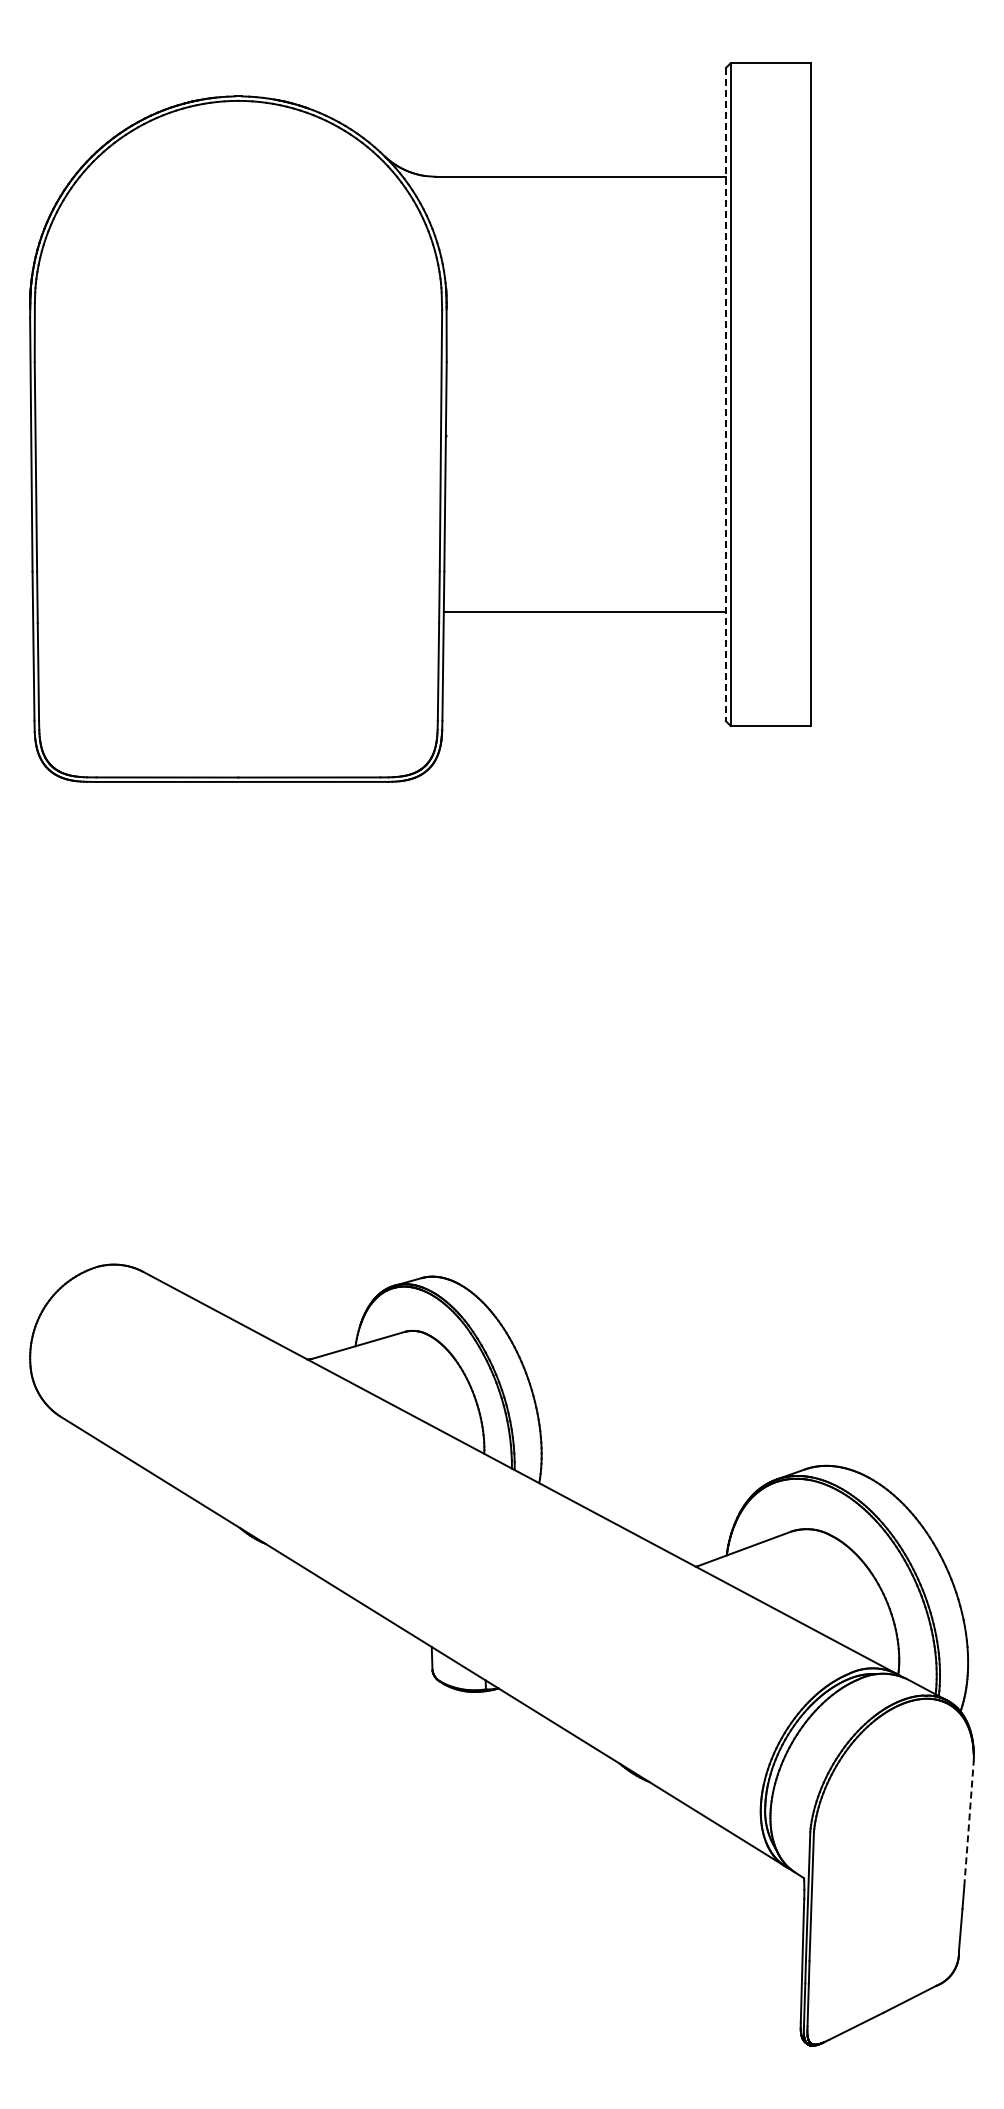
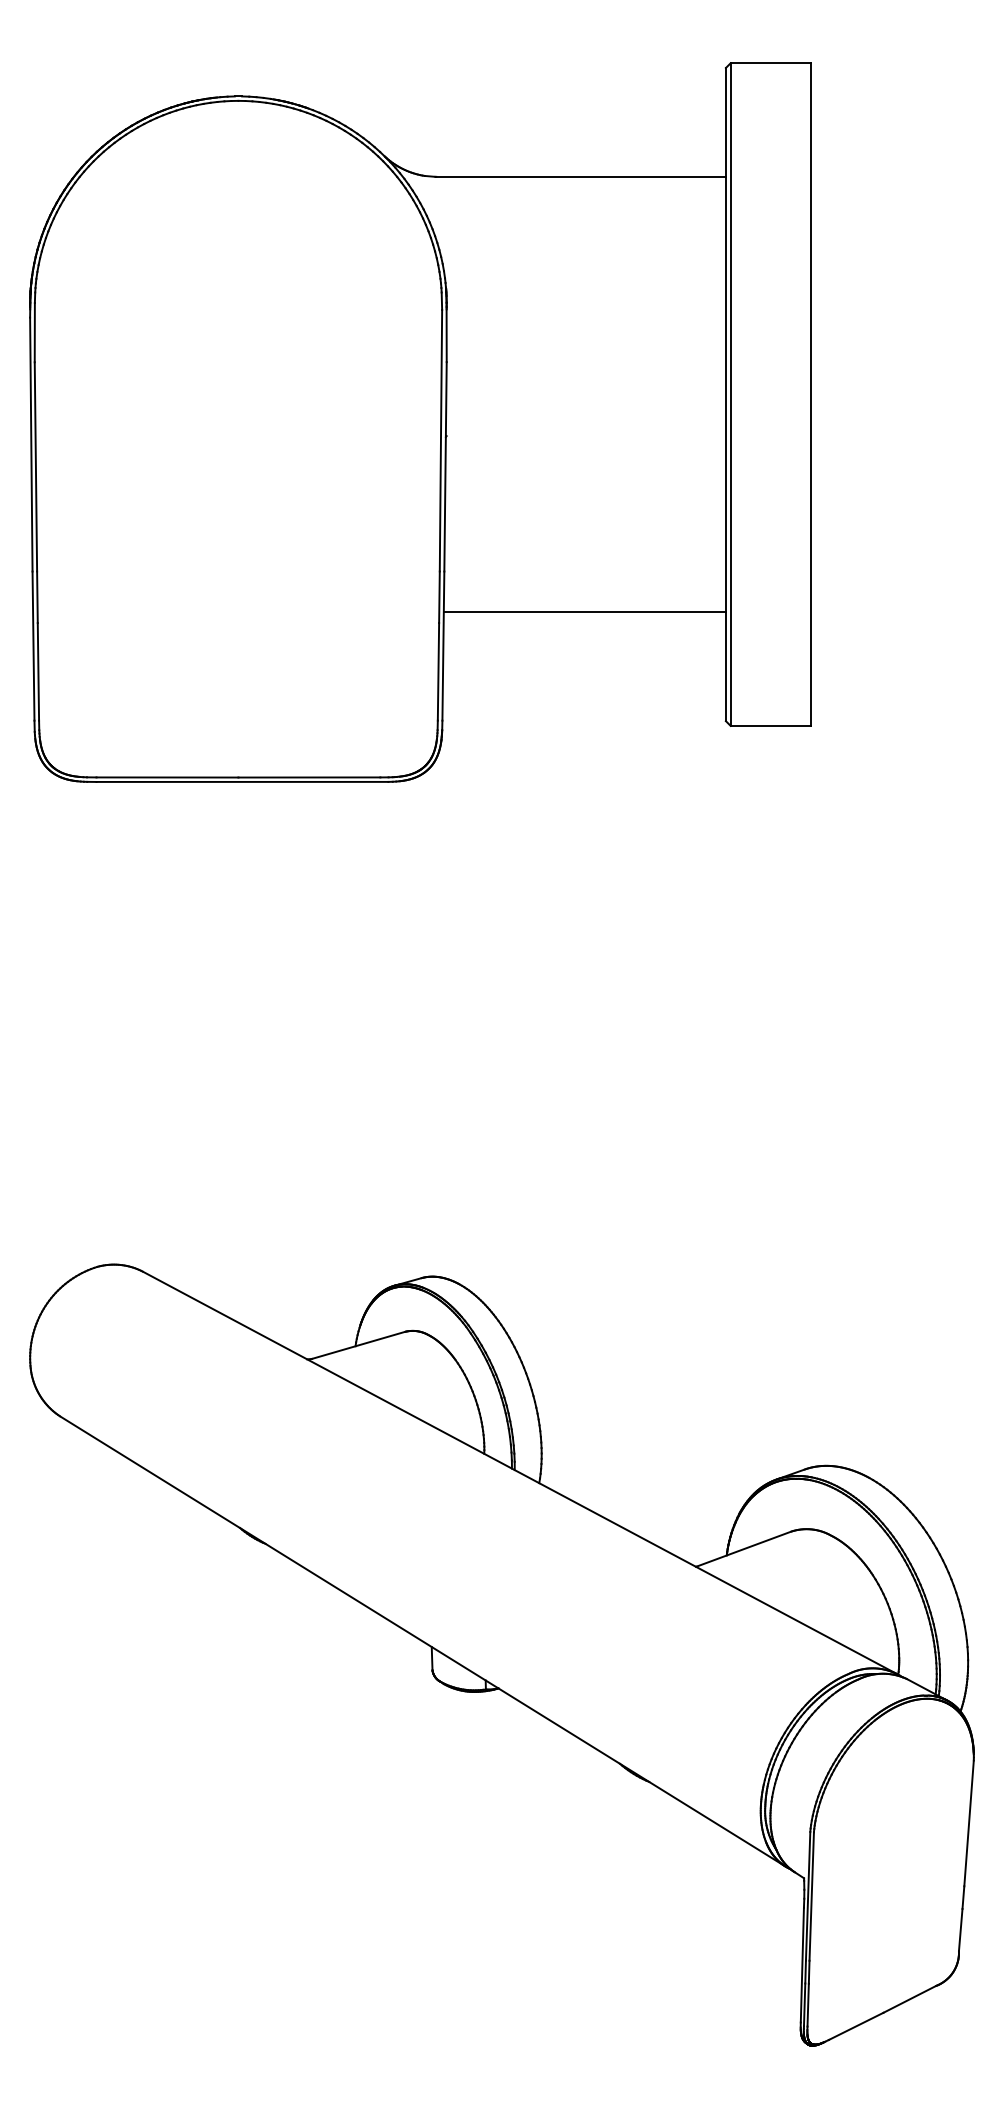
line at (725, 394): dashed -> solid
line at (969, 1822): dashed -> solid
